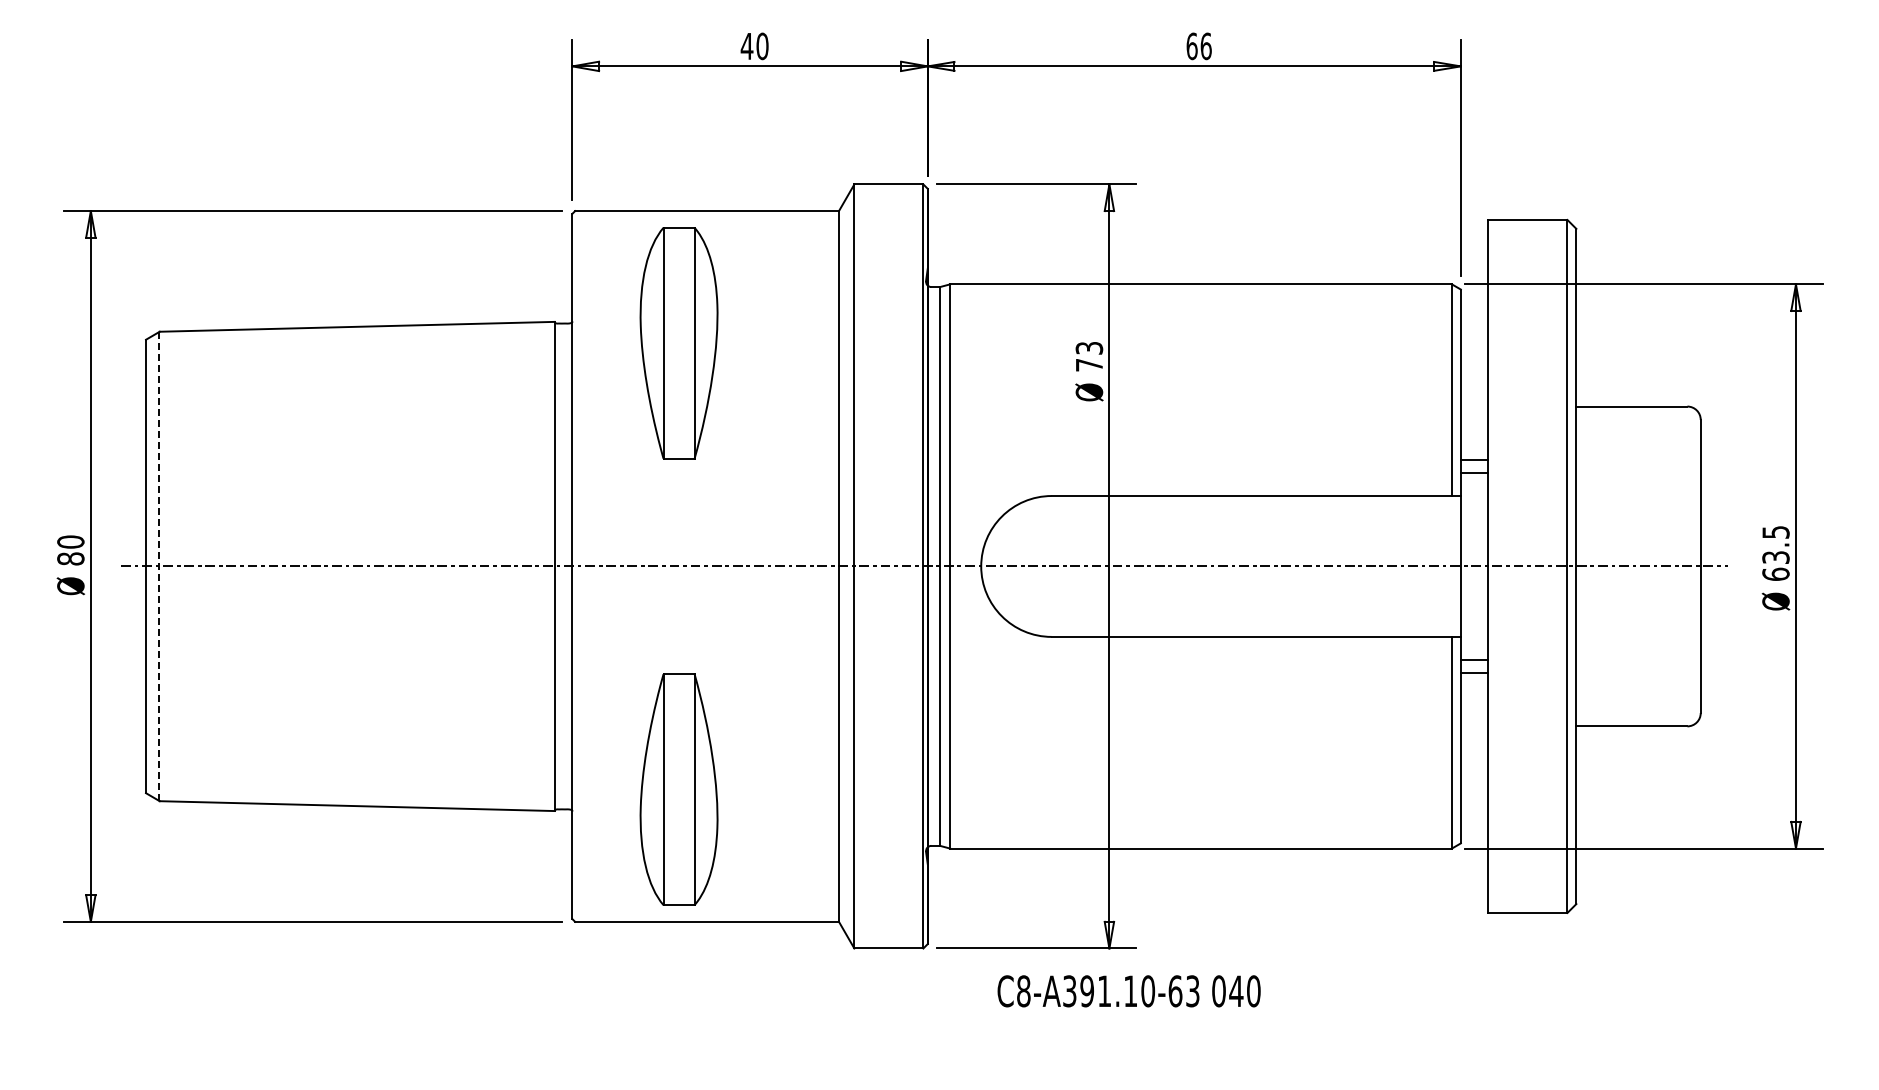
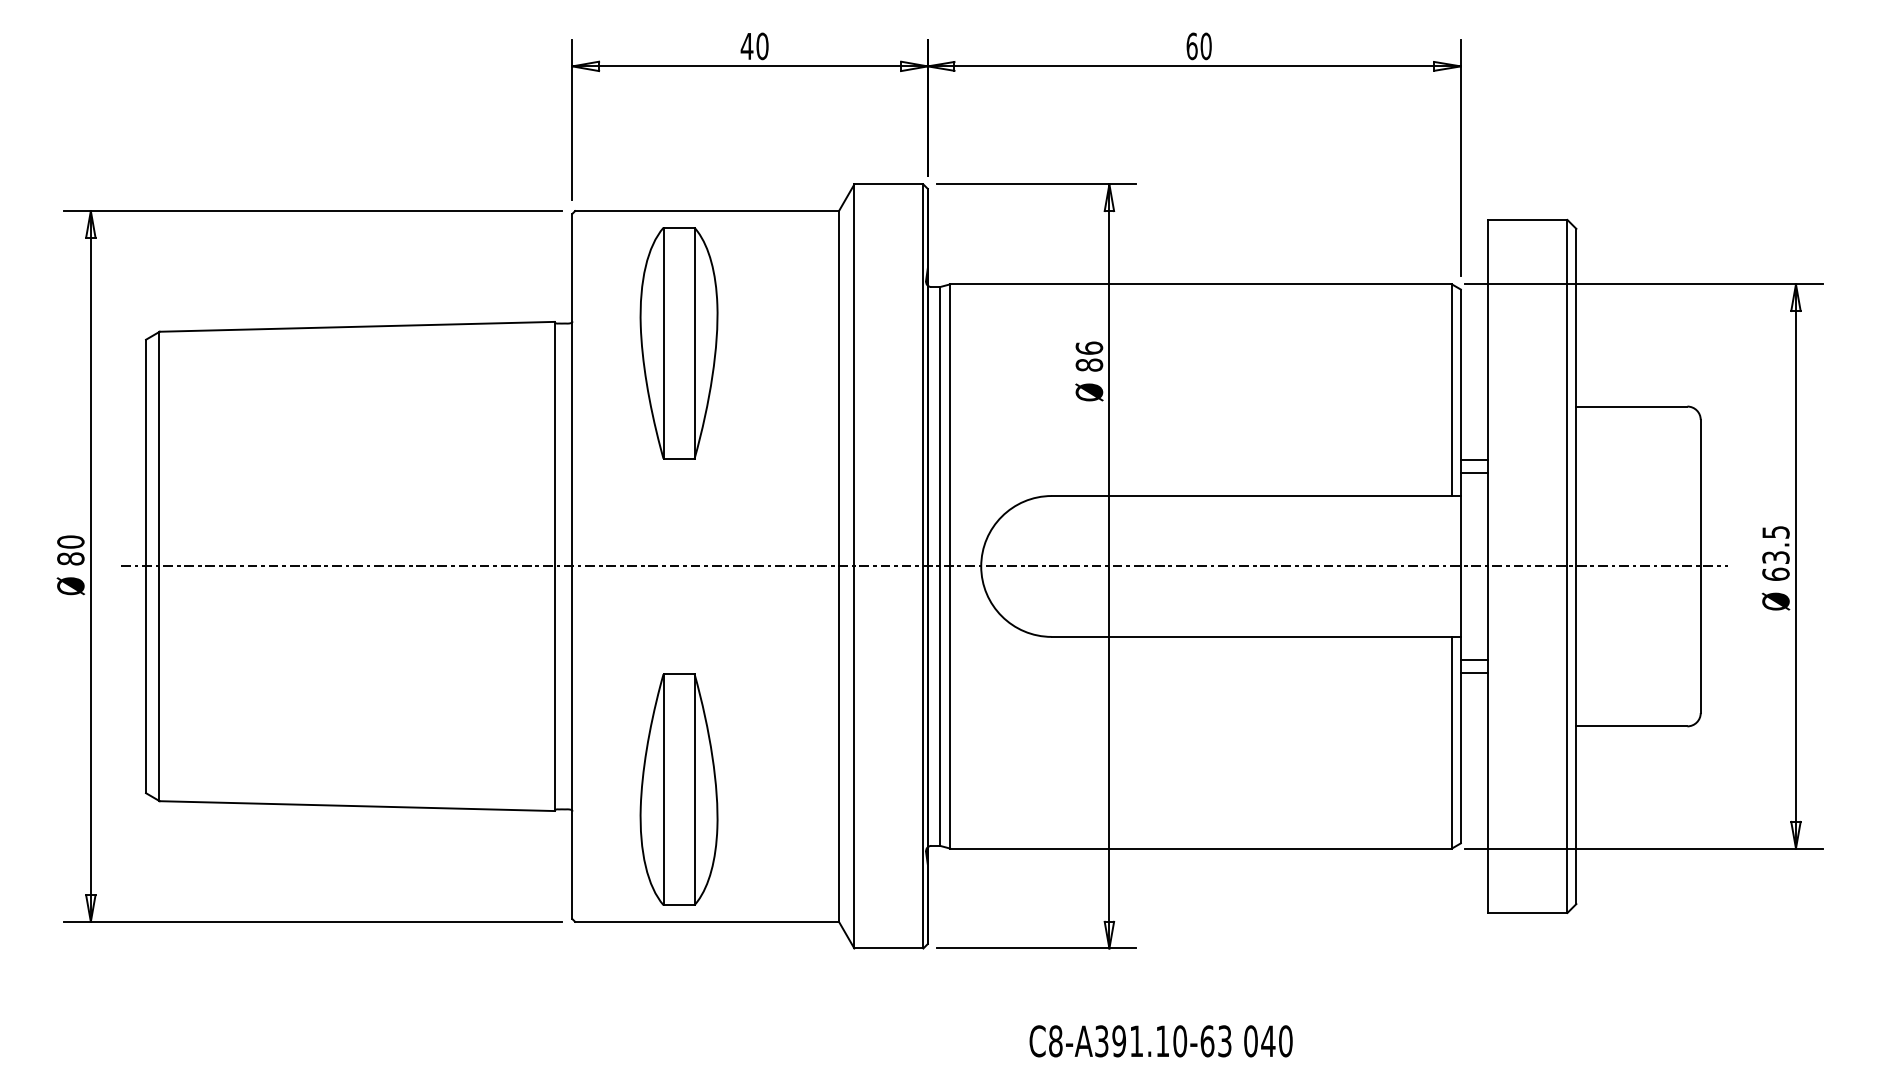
text at (1205, 45): 66 -> 60
text at (1089, 356): 73 -> 86
line at (159, 565): dashed -> solid
text at (1128, 991) position: (1128, 991) -> (1160, 1041)
